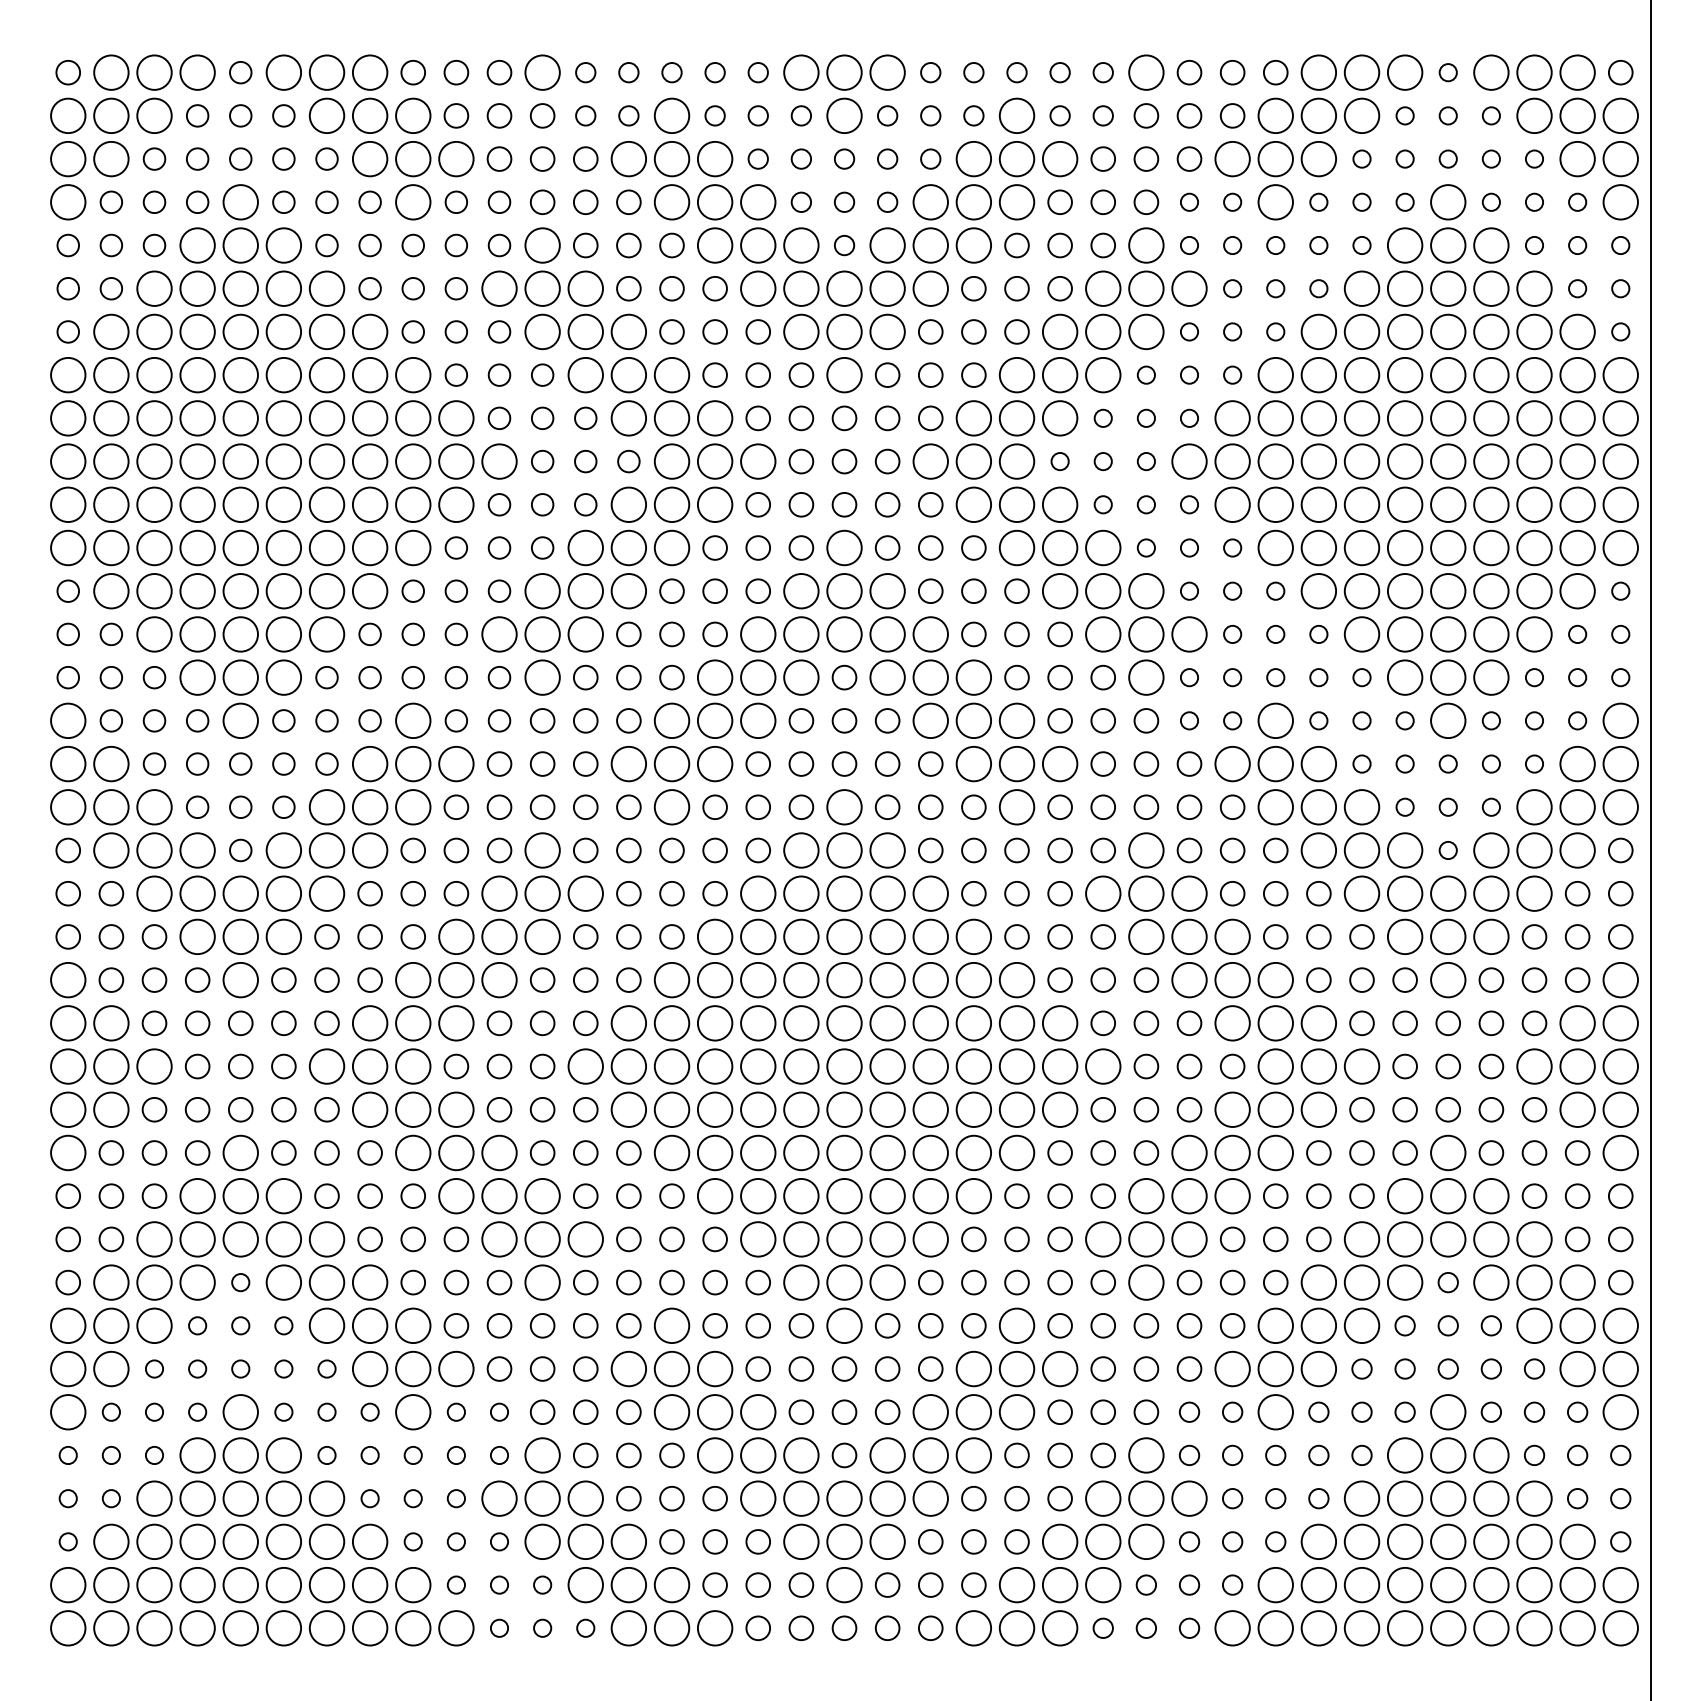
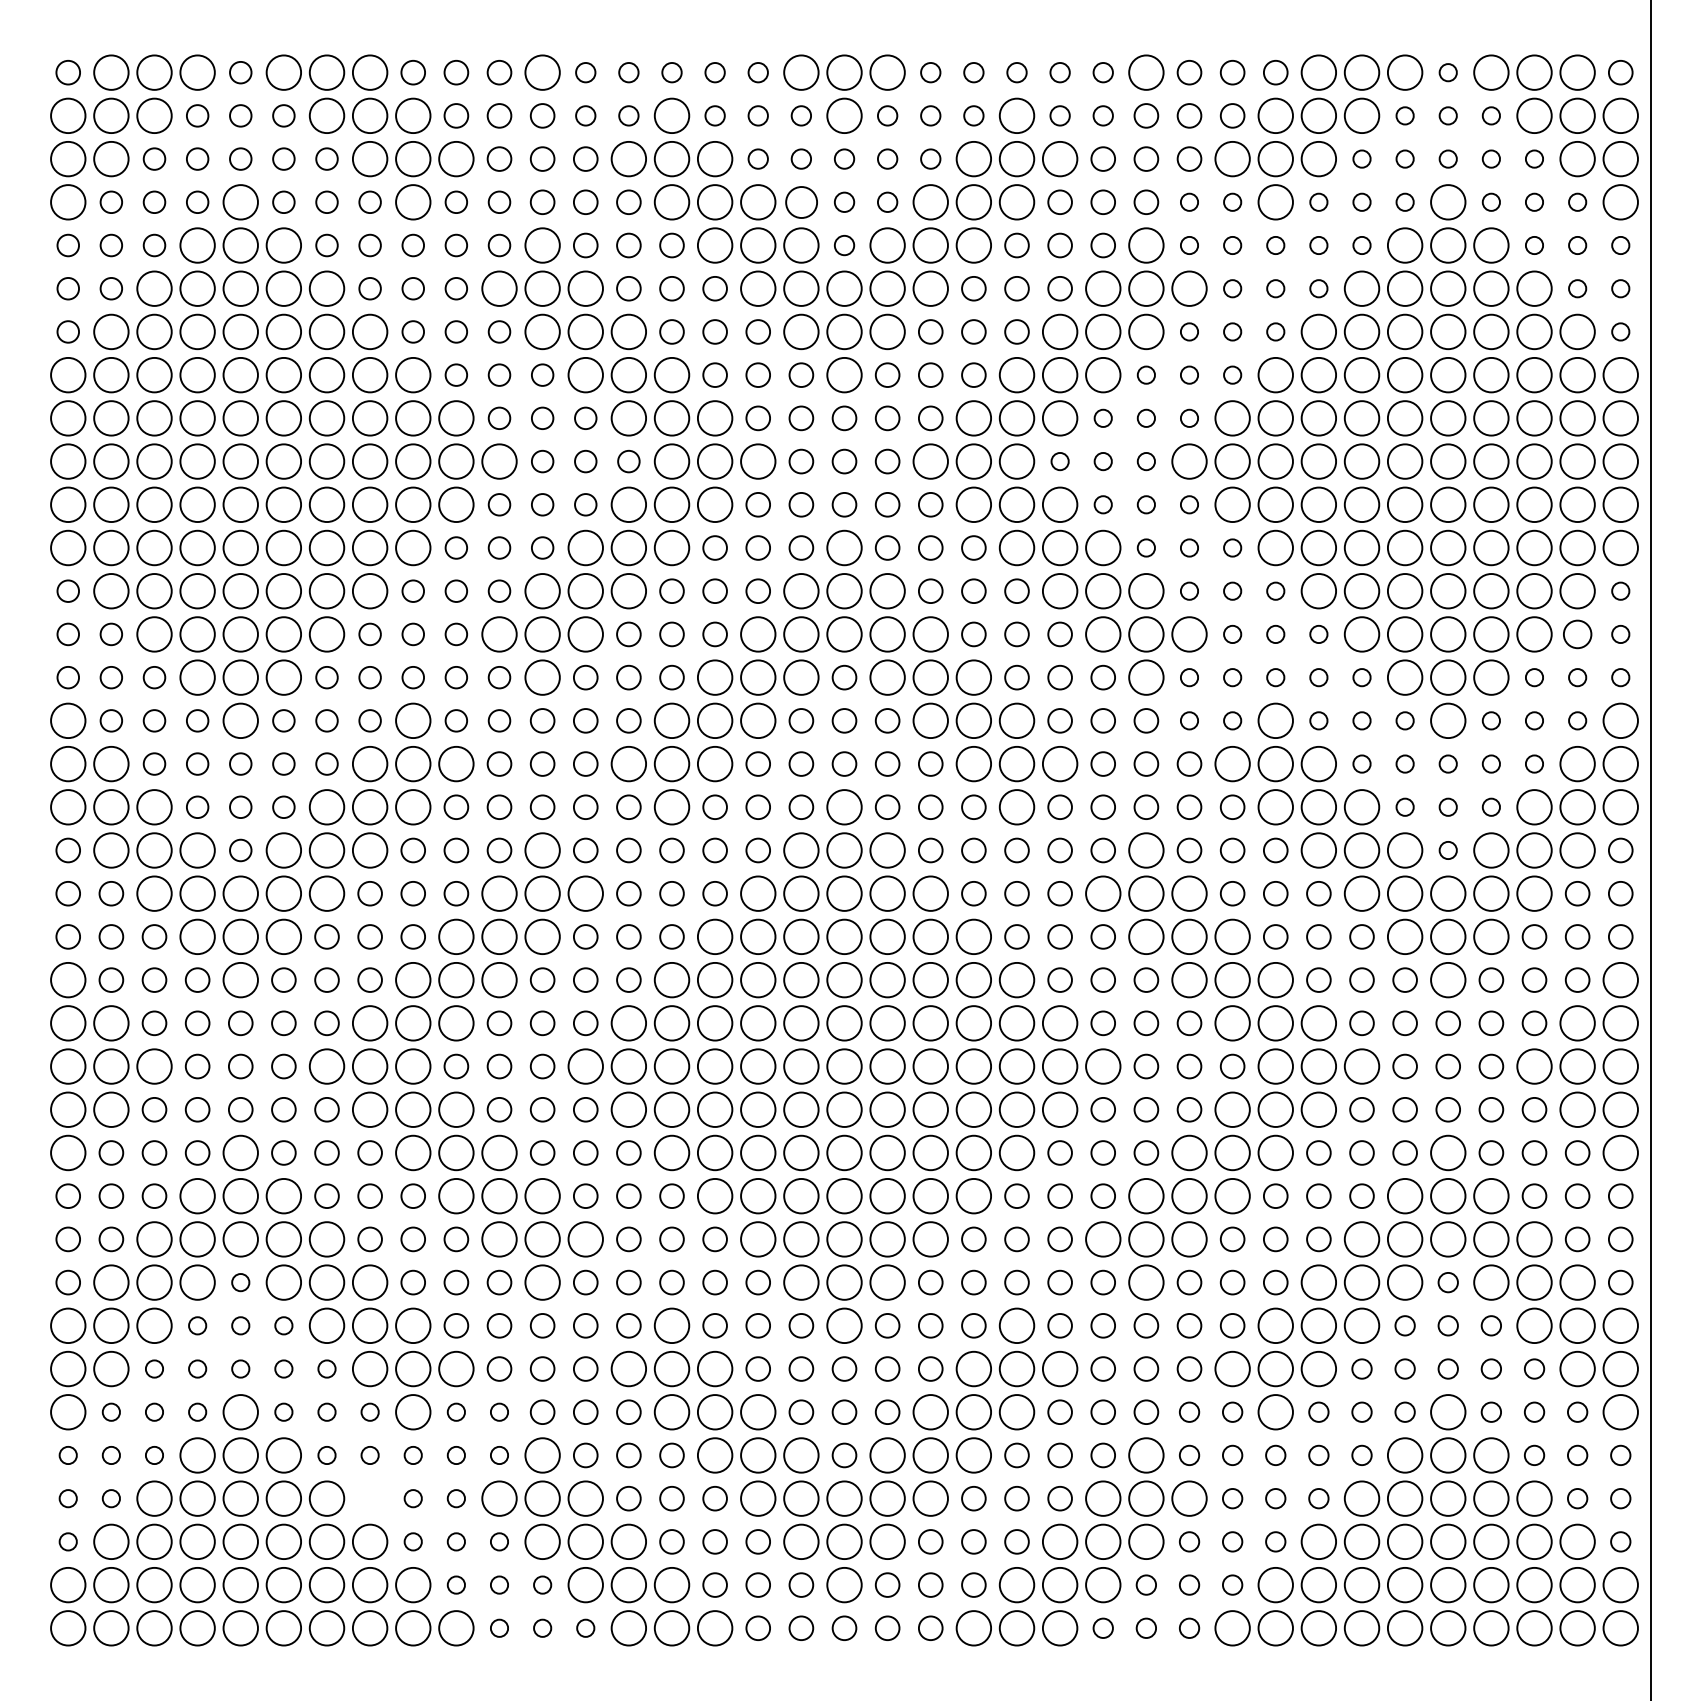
circle at (800, 201) size: 22x22 px -> 33x33 px
circle at (1577, 634) diameter: 17 px -> 28 px
circle at (369, 1498): present -> none
